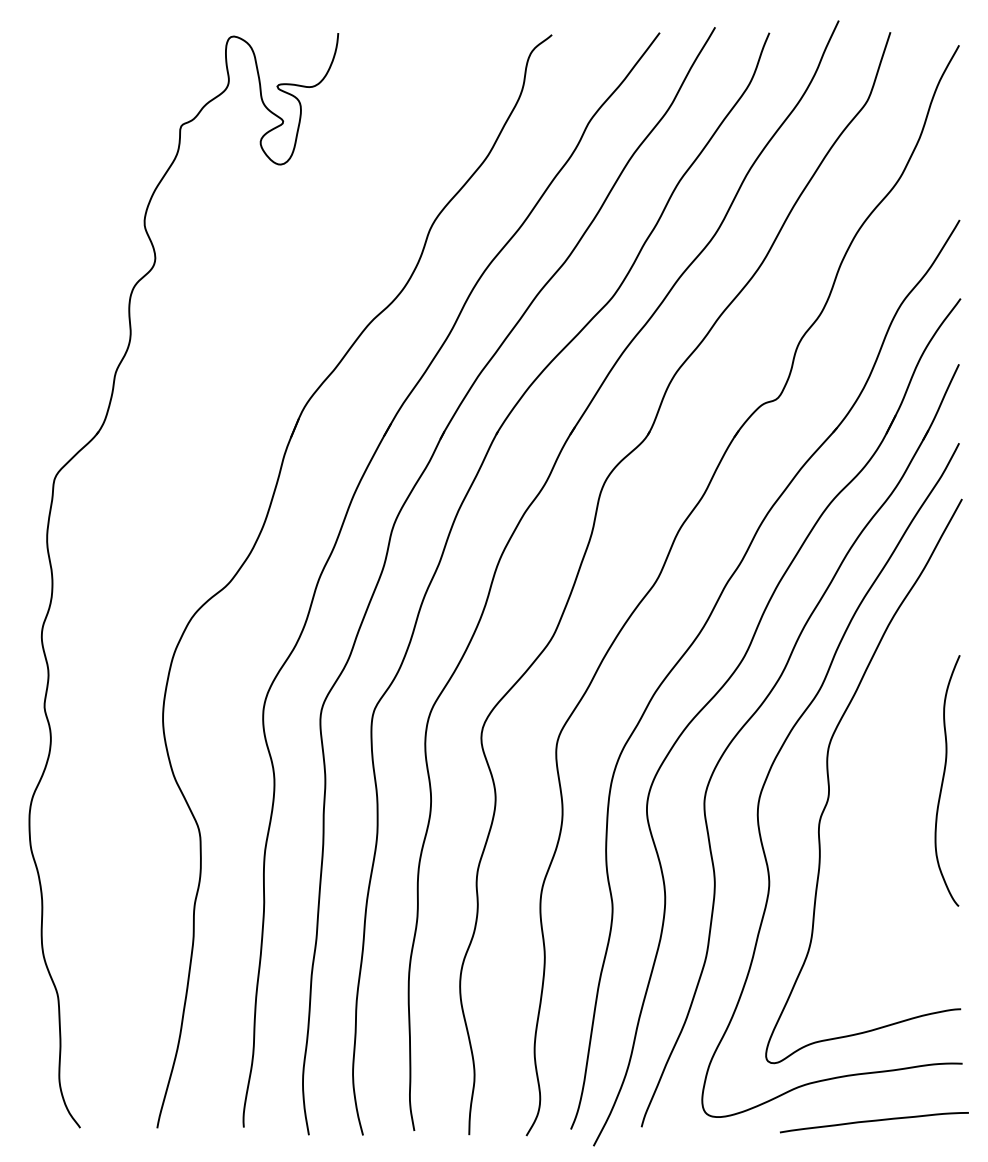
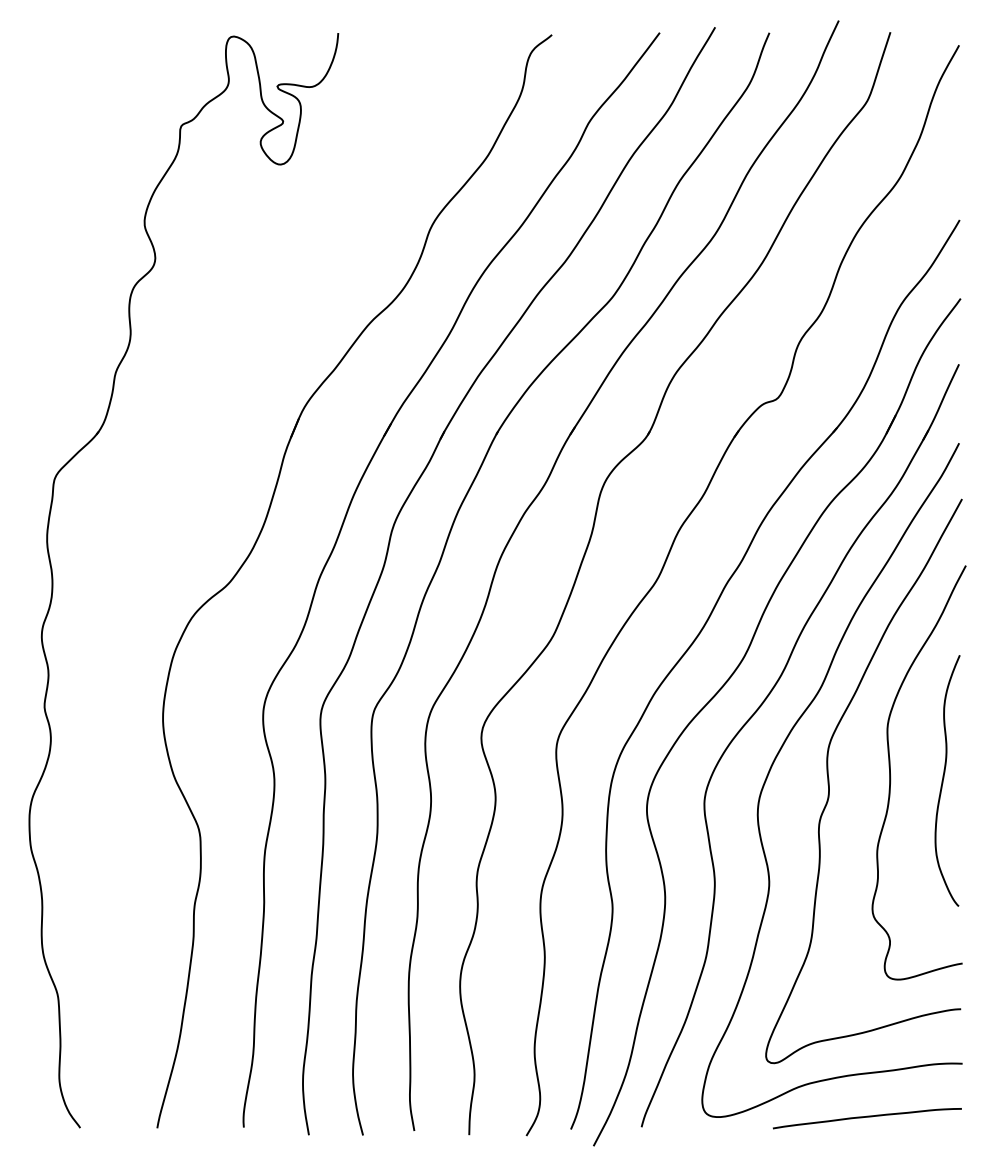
curve at (891, 777): none -> present
curve at (874, 1121) position: (874, 1121) -> (867, 1117)
